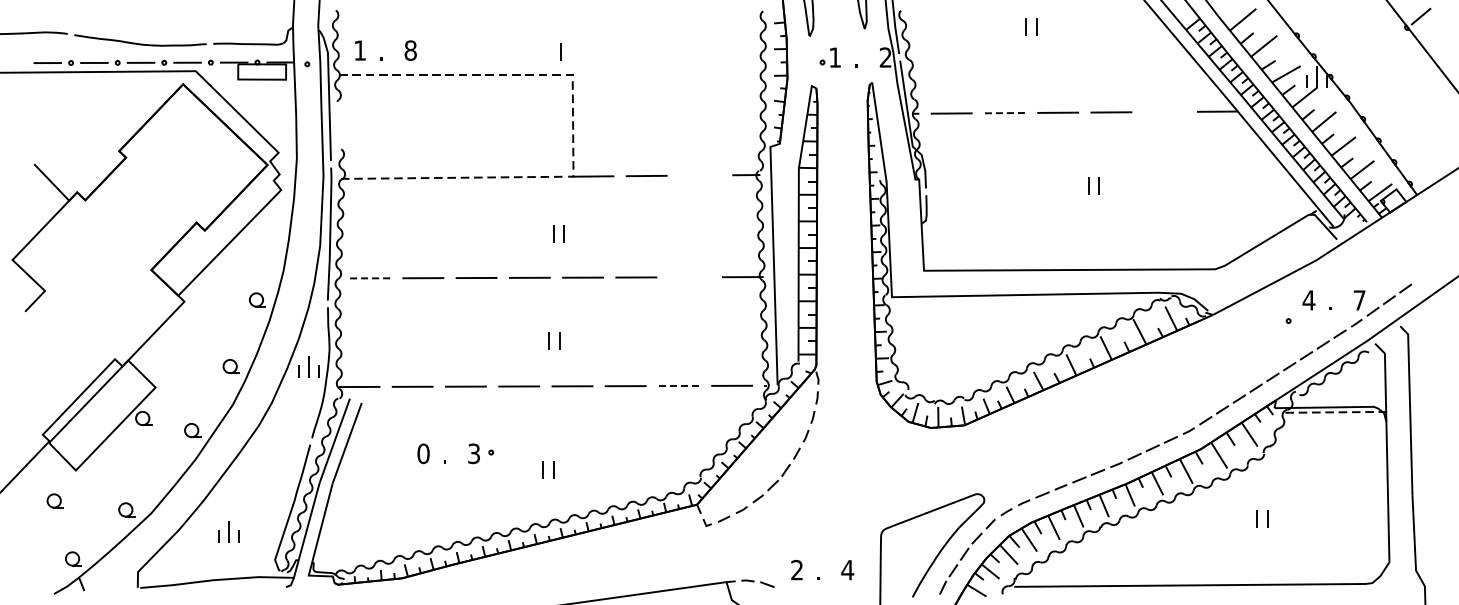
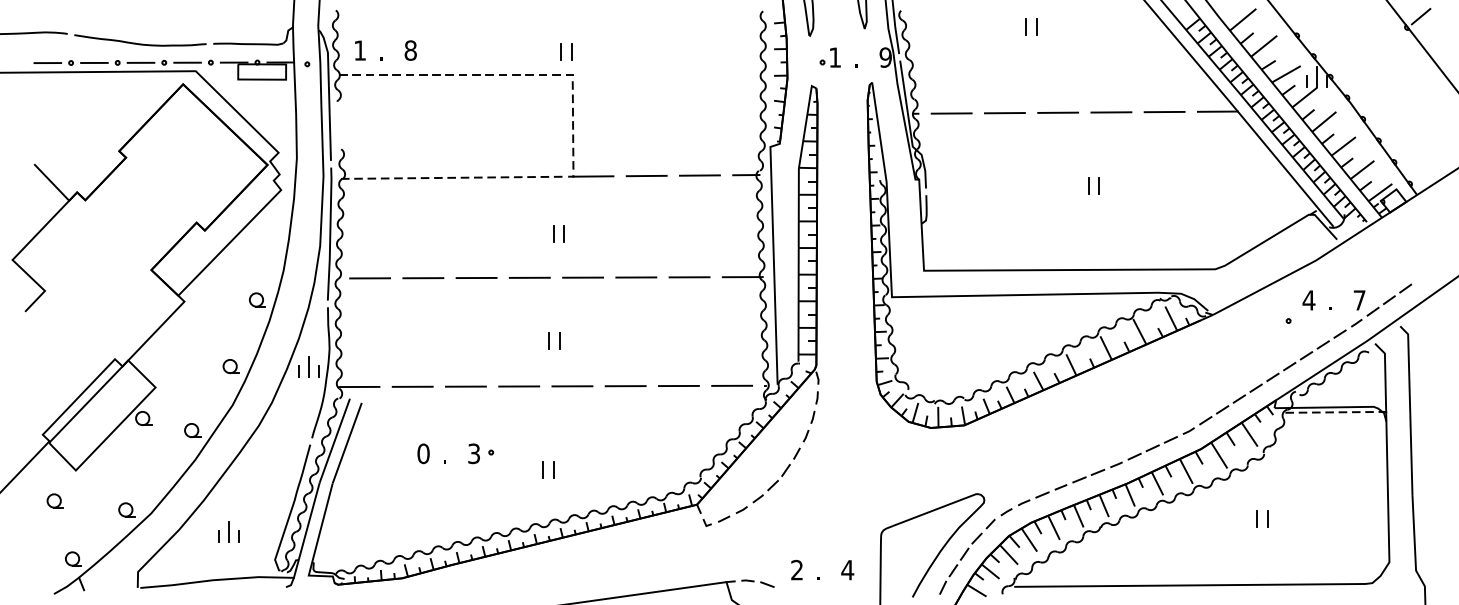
line at (571, 51): none -> present
text at (885, 57): 2 -> 9
line at (1164, 111): none -> present
line at (1004, 113): dashed -> solid
line at (699, 175): none -> present
line at (689, 277): none -> present
line at (370, 278): dashed -> solid
line at (678, 386): dashed -> solid
